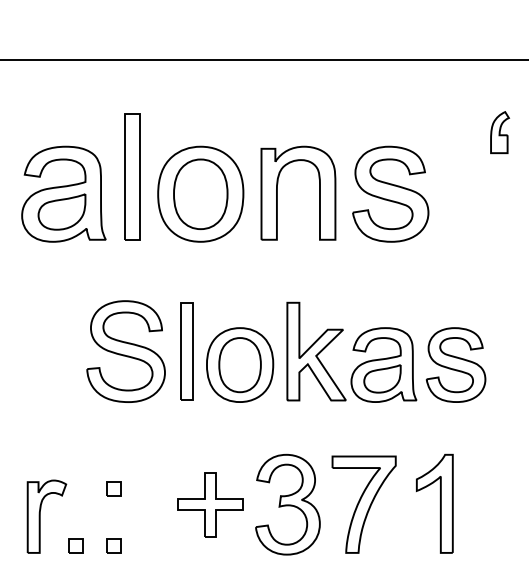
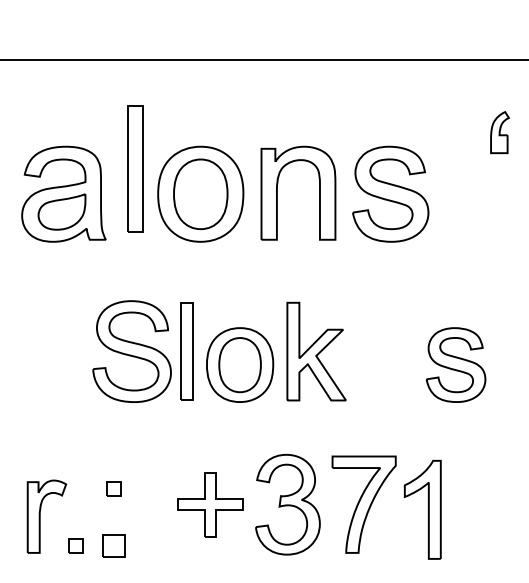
part at (132, 176) position: (132, 176) -> (135, 168)
part at (125, 351) position: (125, 351) -> (131, 351)
part at (383, 364): present -> none
part at (434, 503) position: (434, 503) -> (422, 509)
part at (113, 545) size: 16x16 px -> 24x24 px
